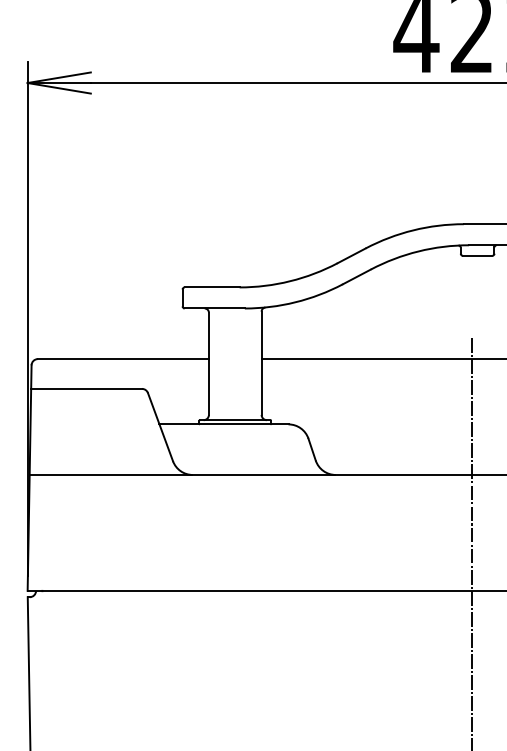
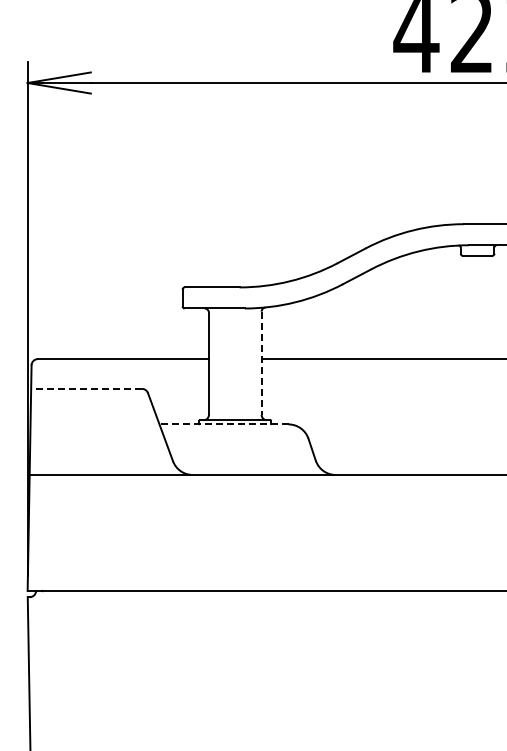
line at (261, 363): solid -> dashed
line at (86, 388): solid -> dashed
line at (224, 424): solid -> dashed
line at (472, 542): present -> none
